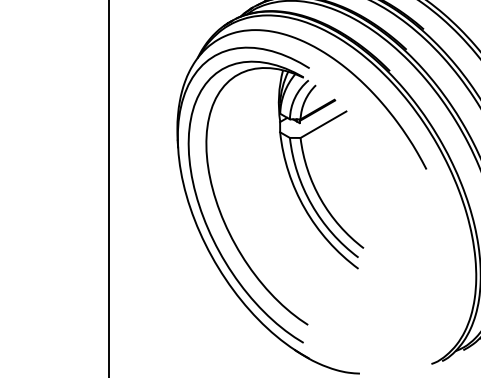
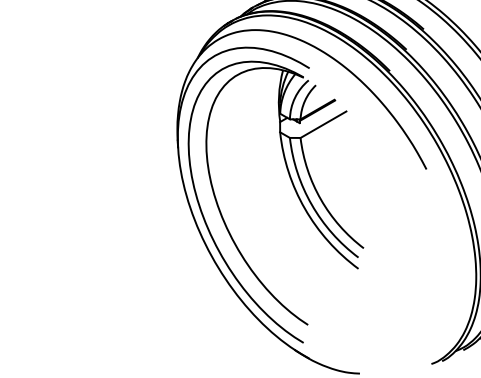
line at (108, 188): present -> none
